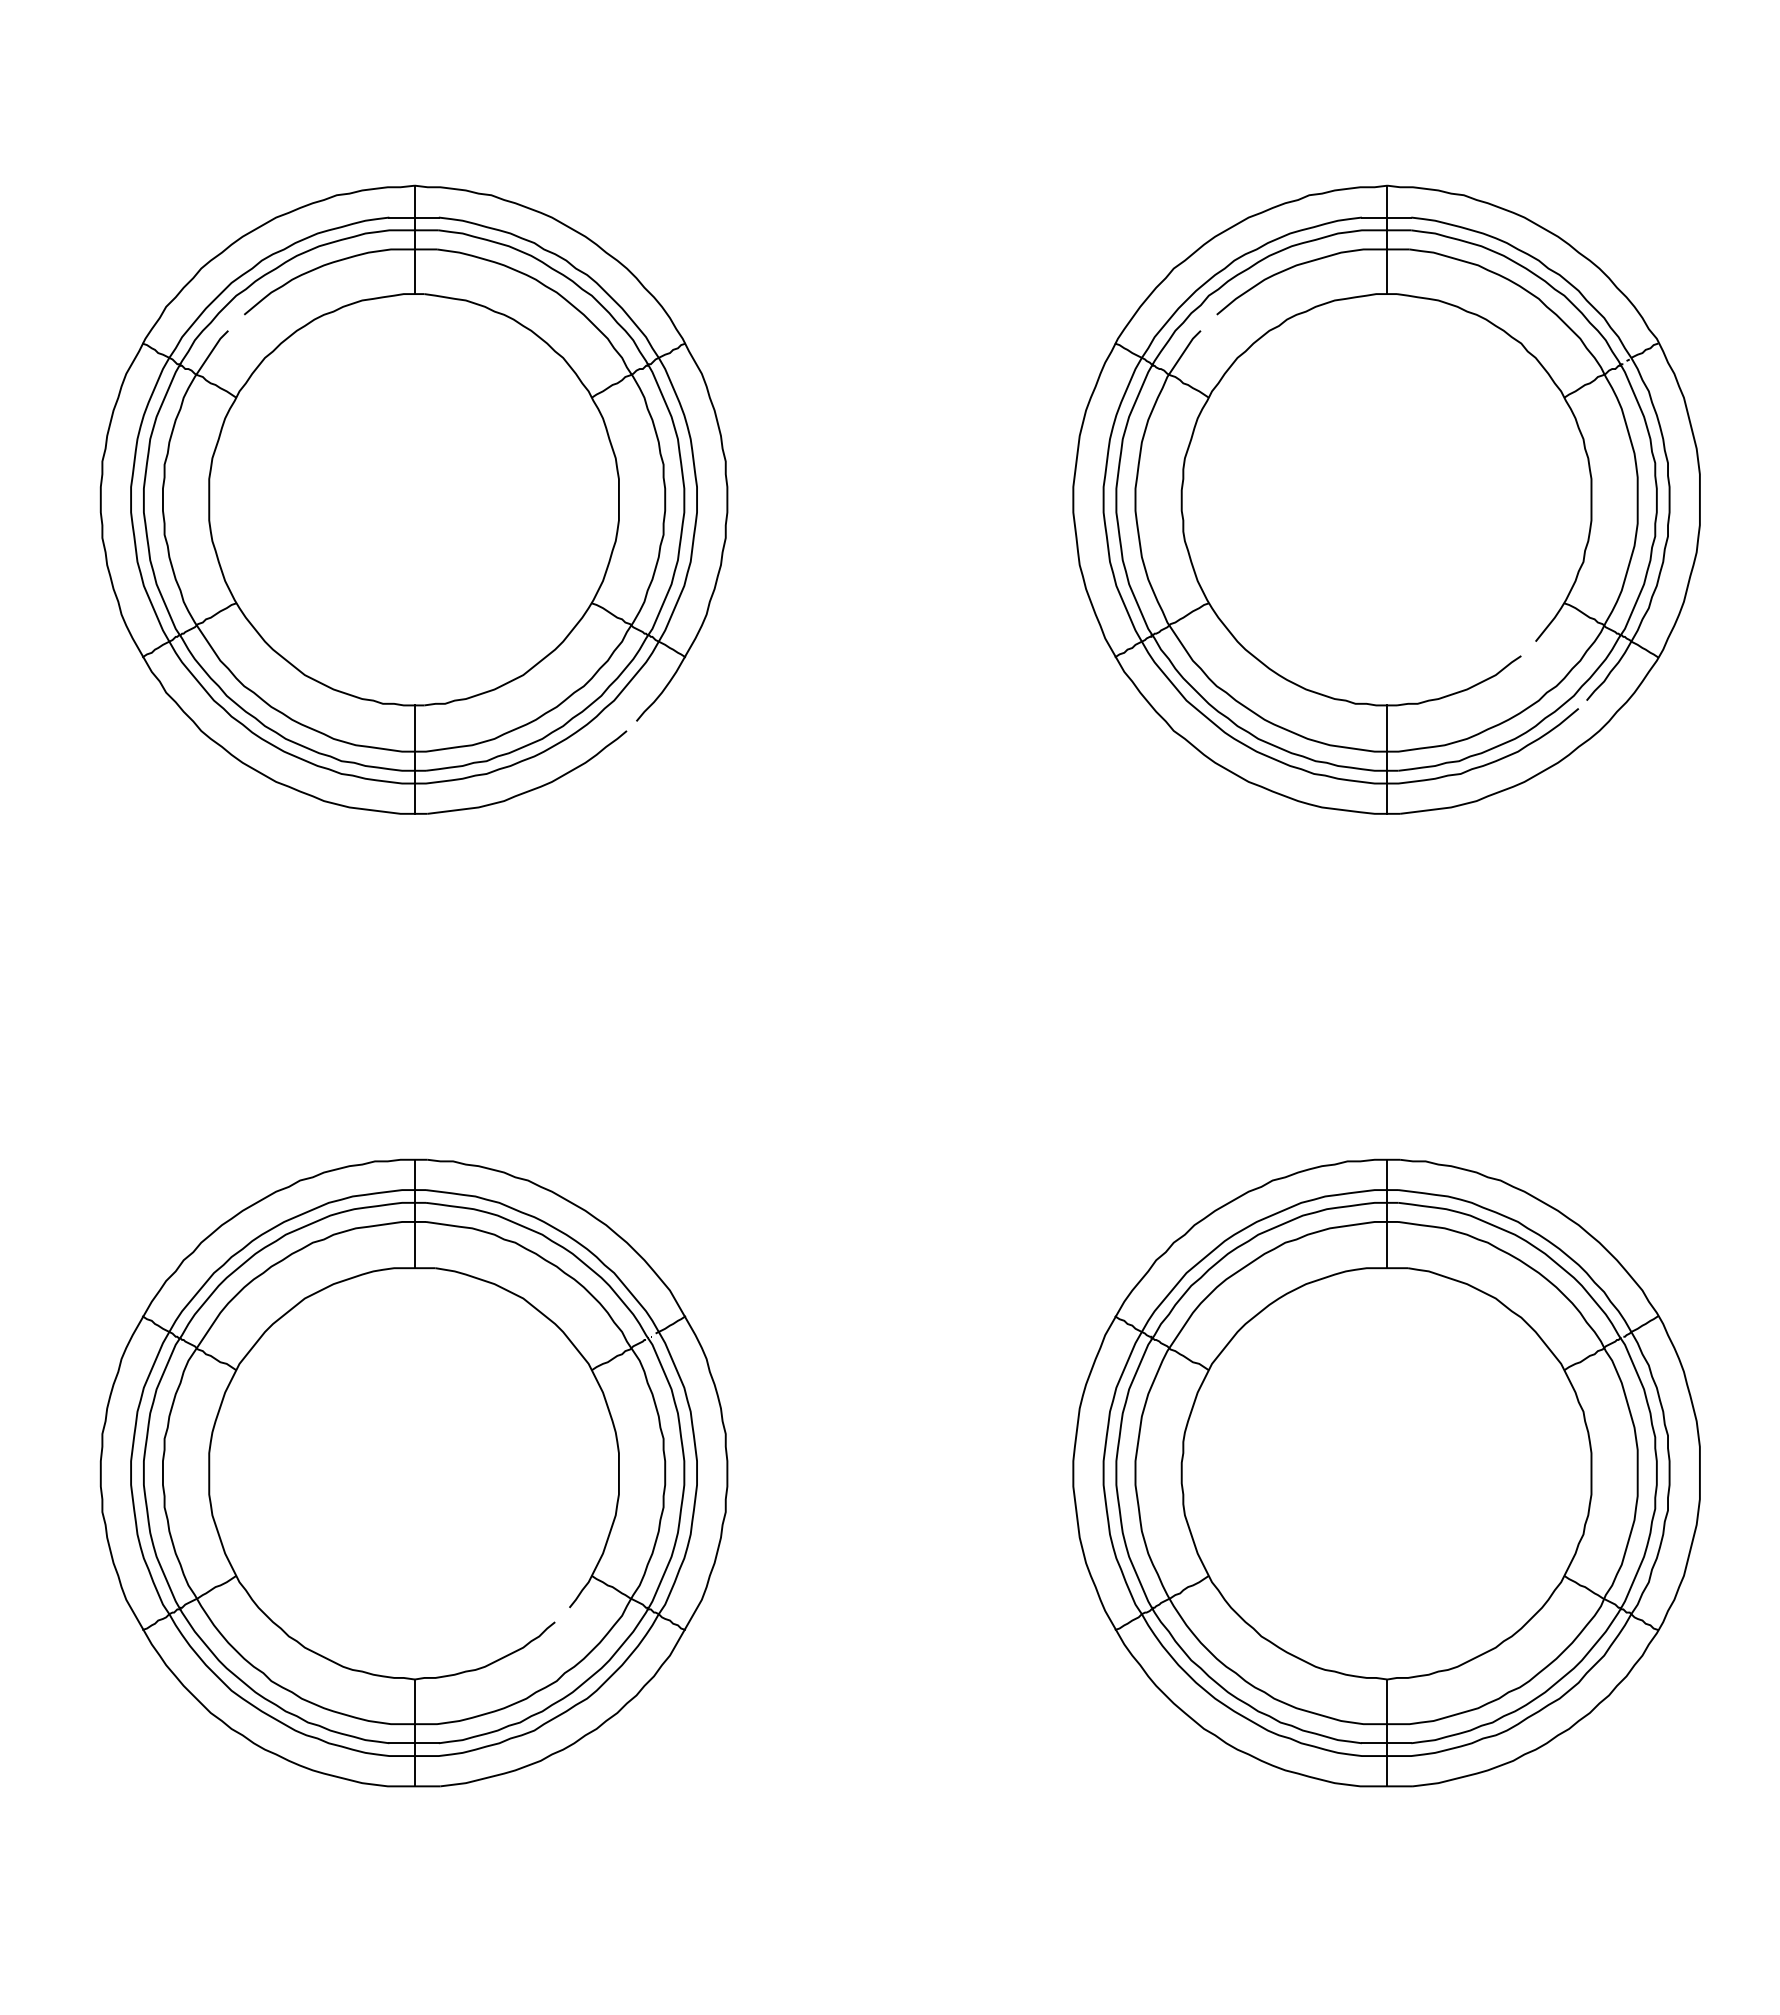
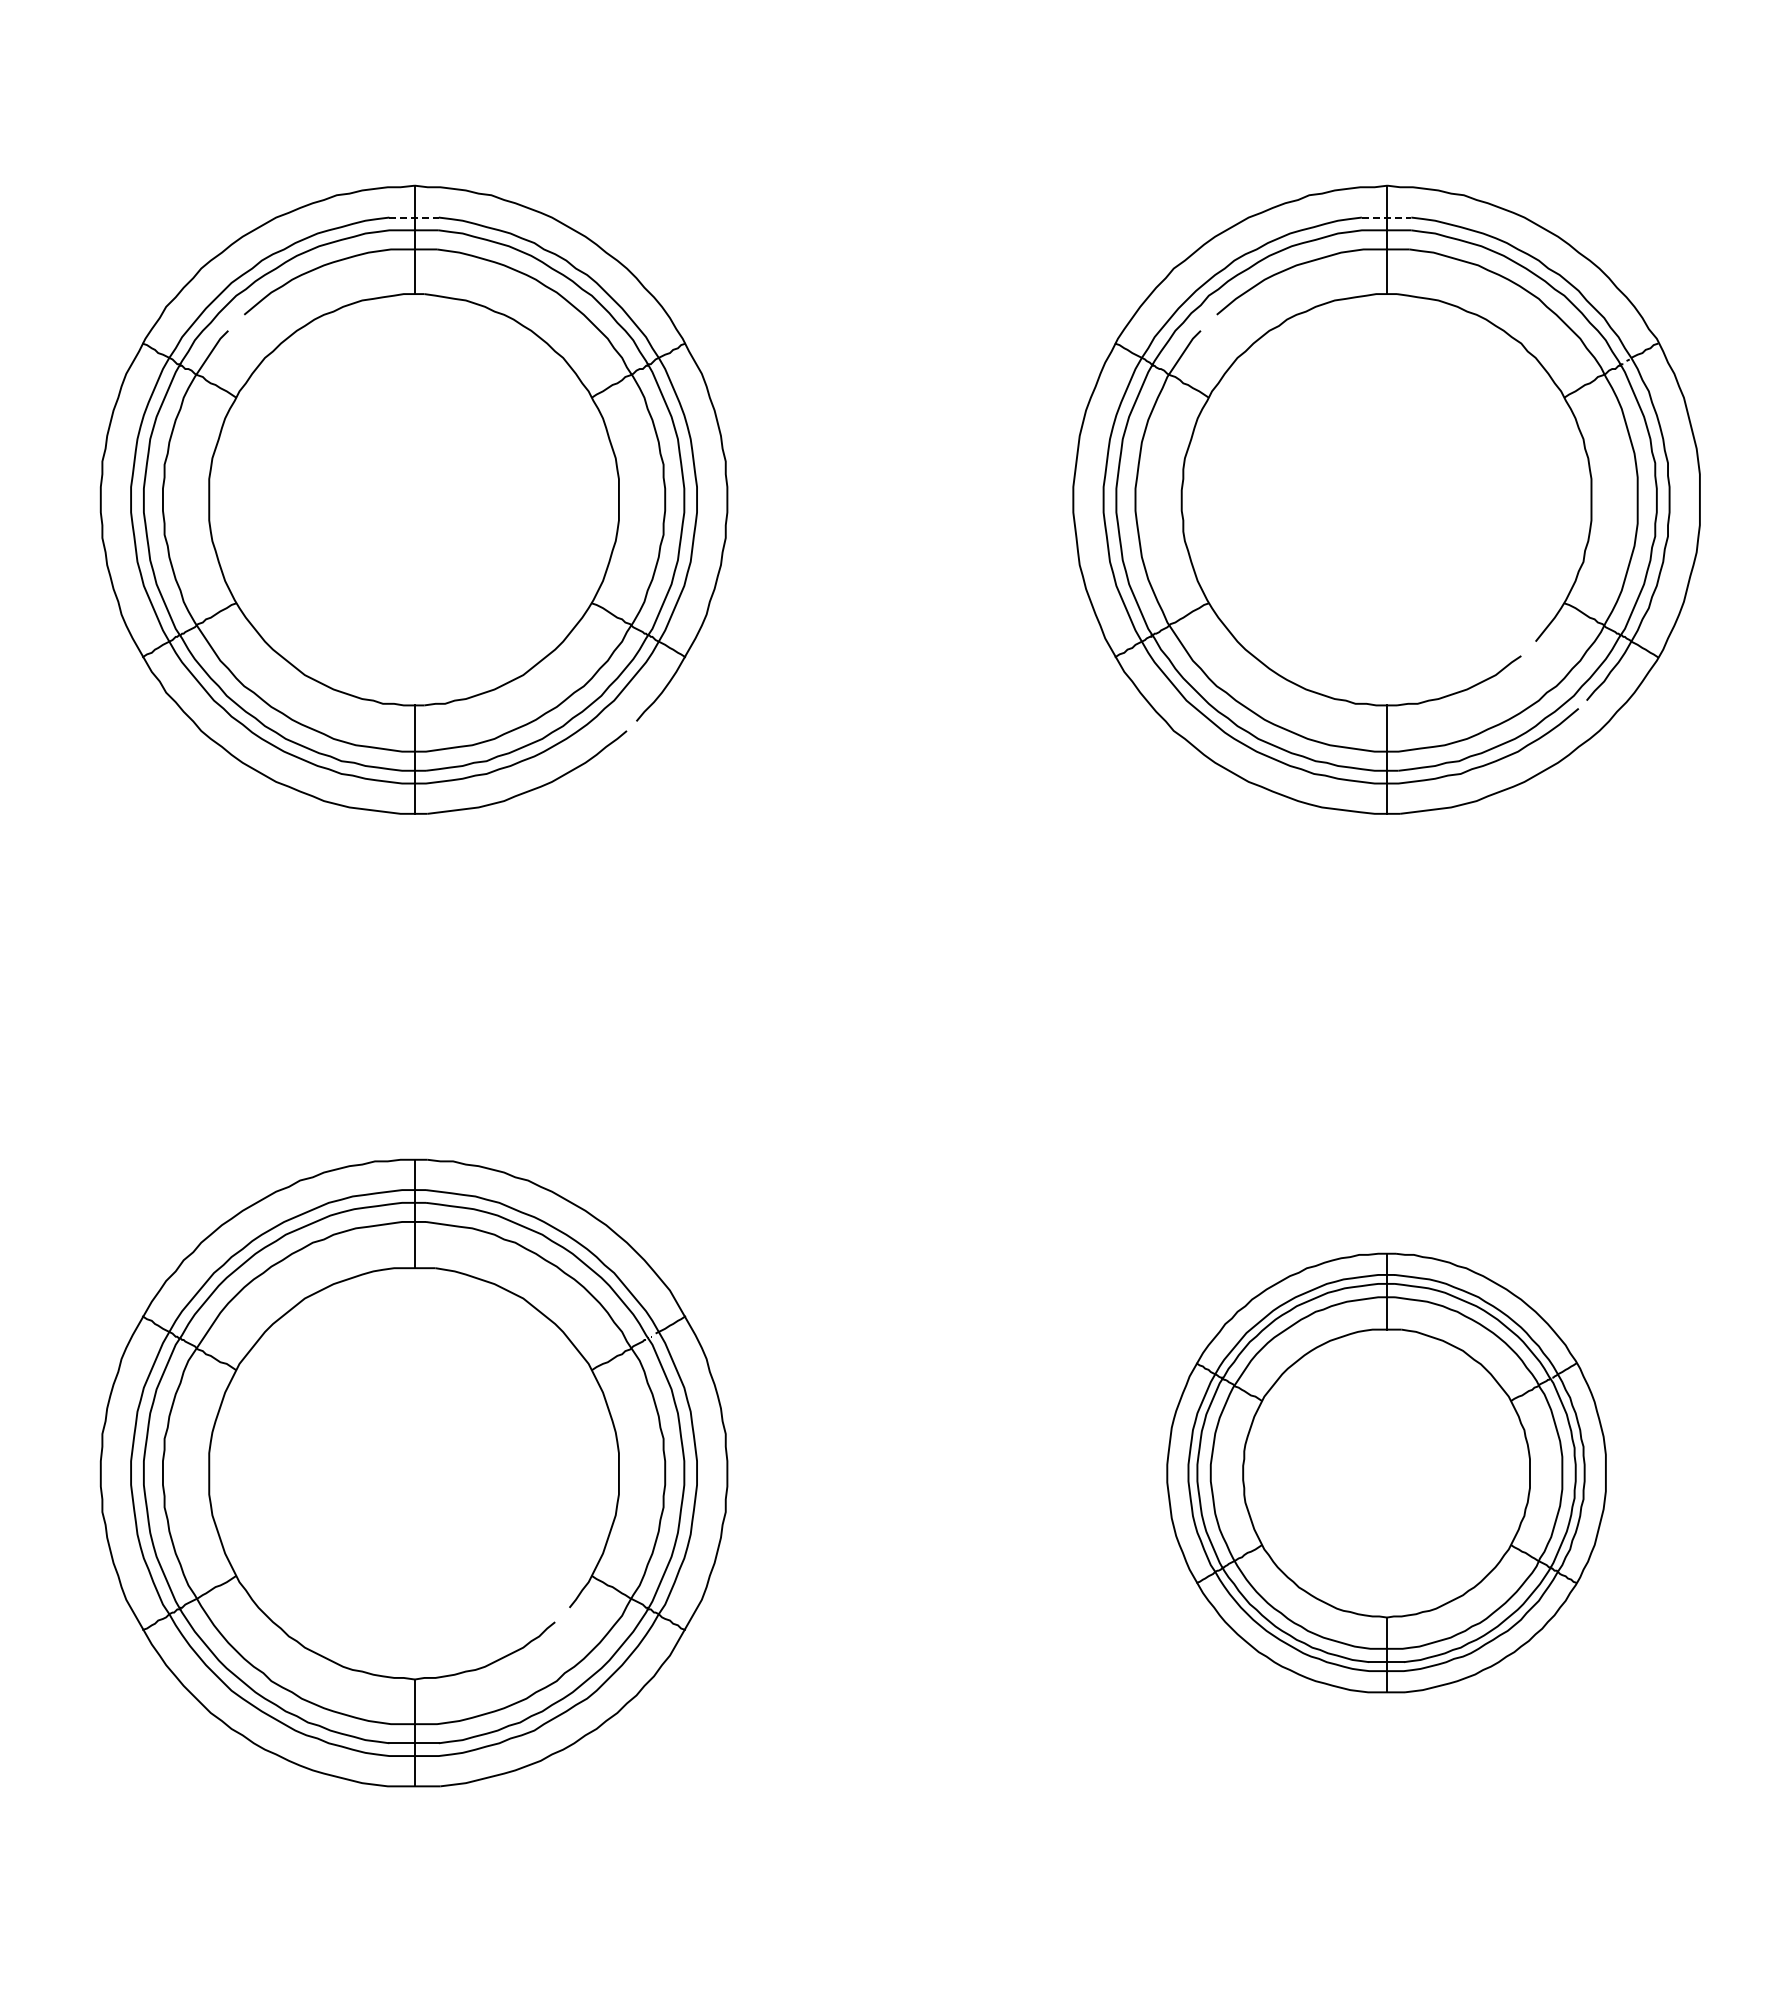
line at (414, 217): solid -> dashed
line at (1386, 217): solid -> dashed
part at (1386, 1472) size: 629x630 px -> 441x442 px
